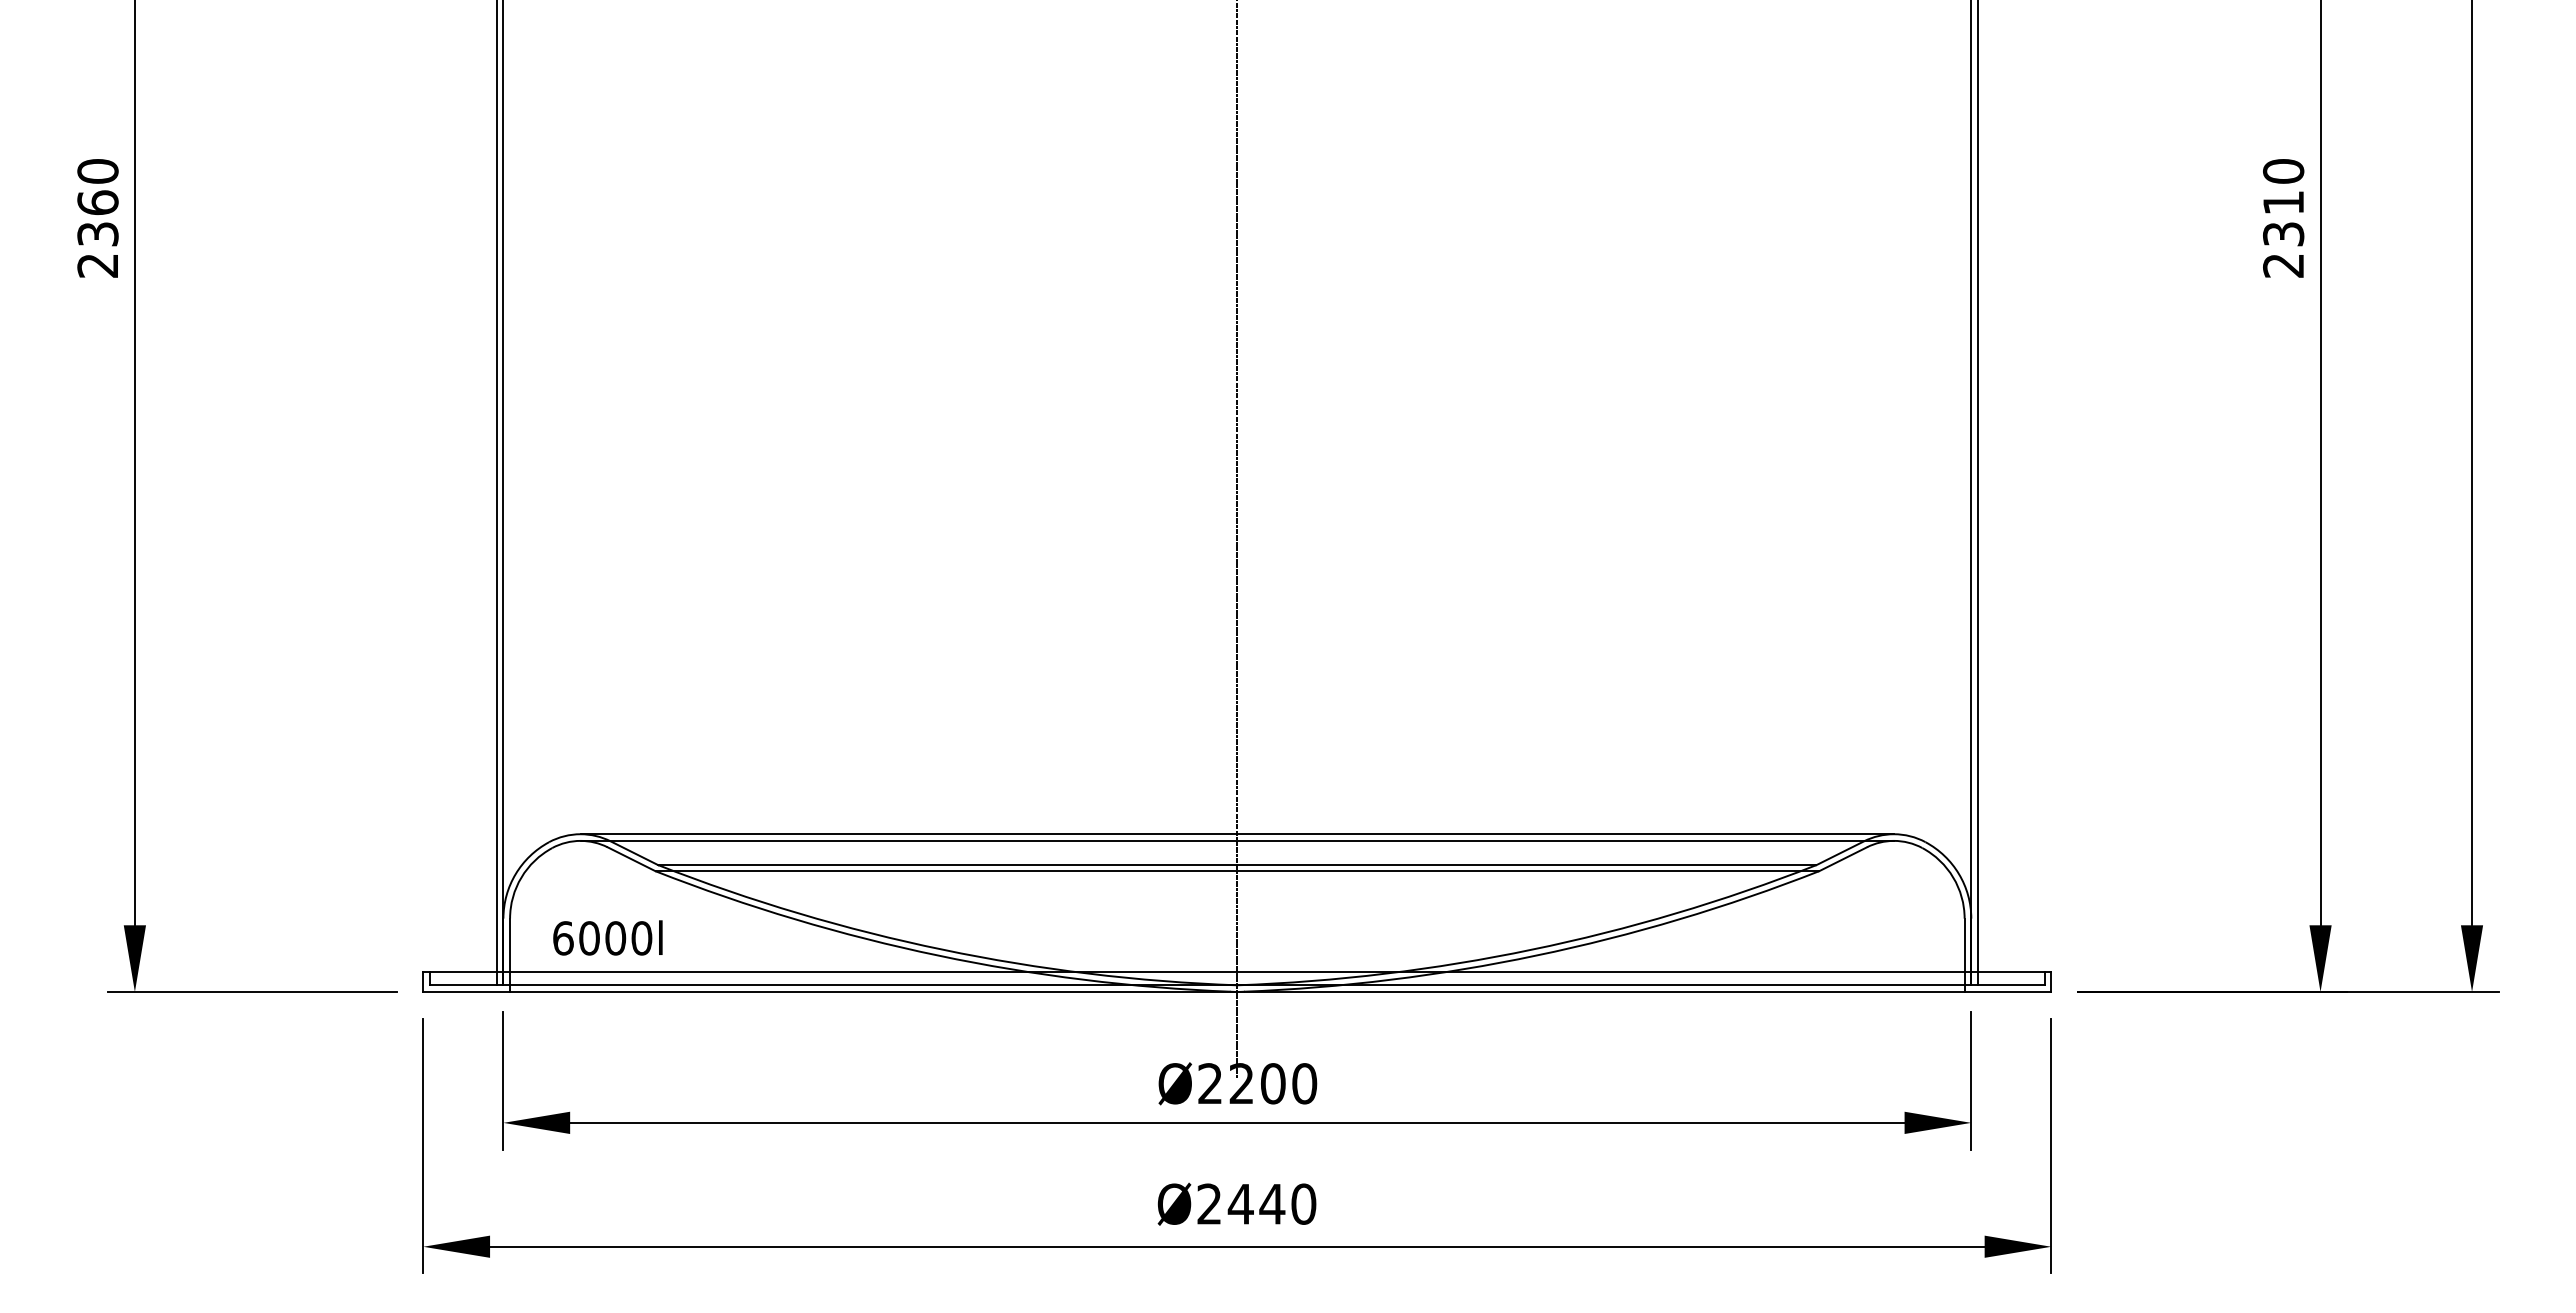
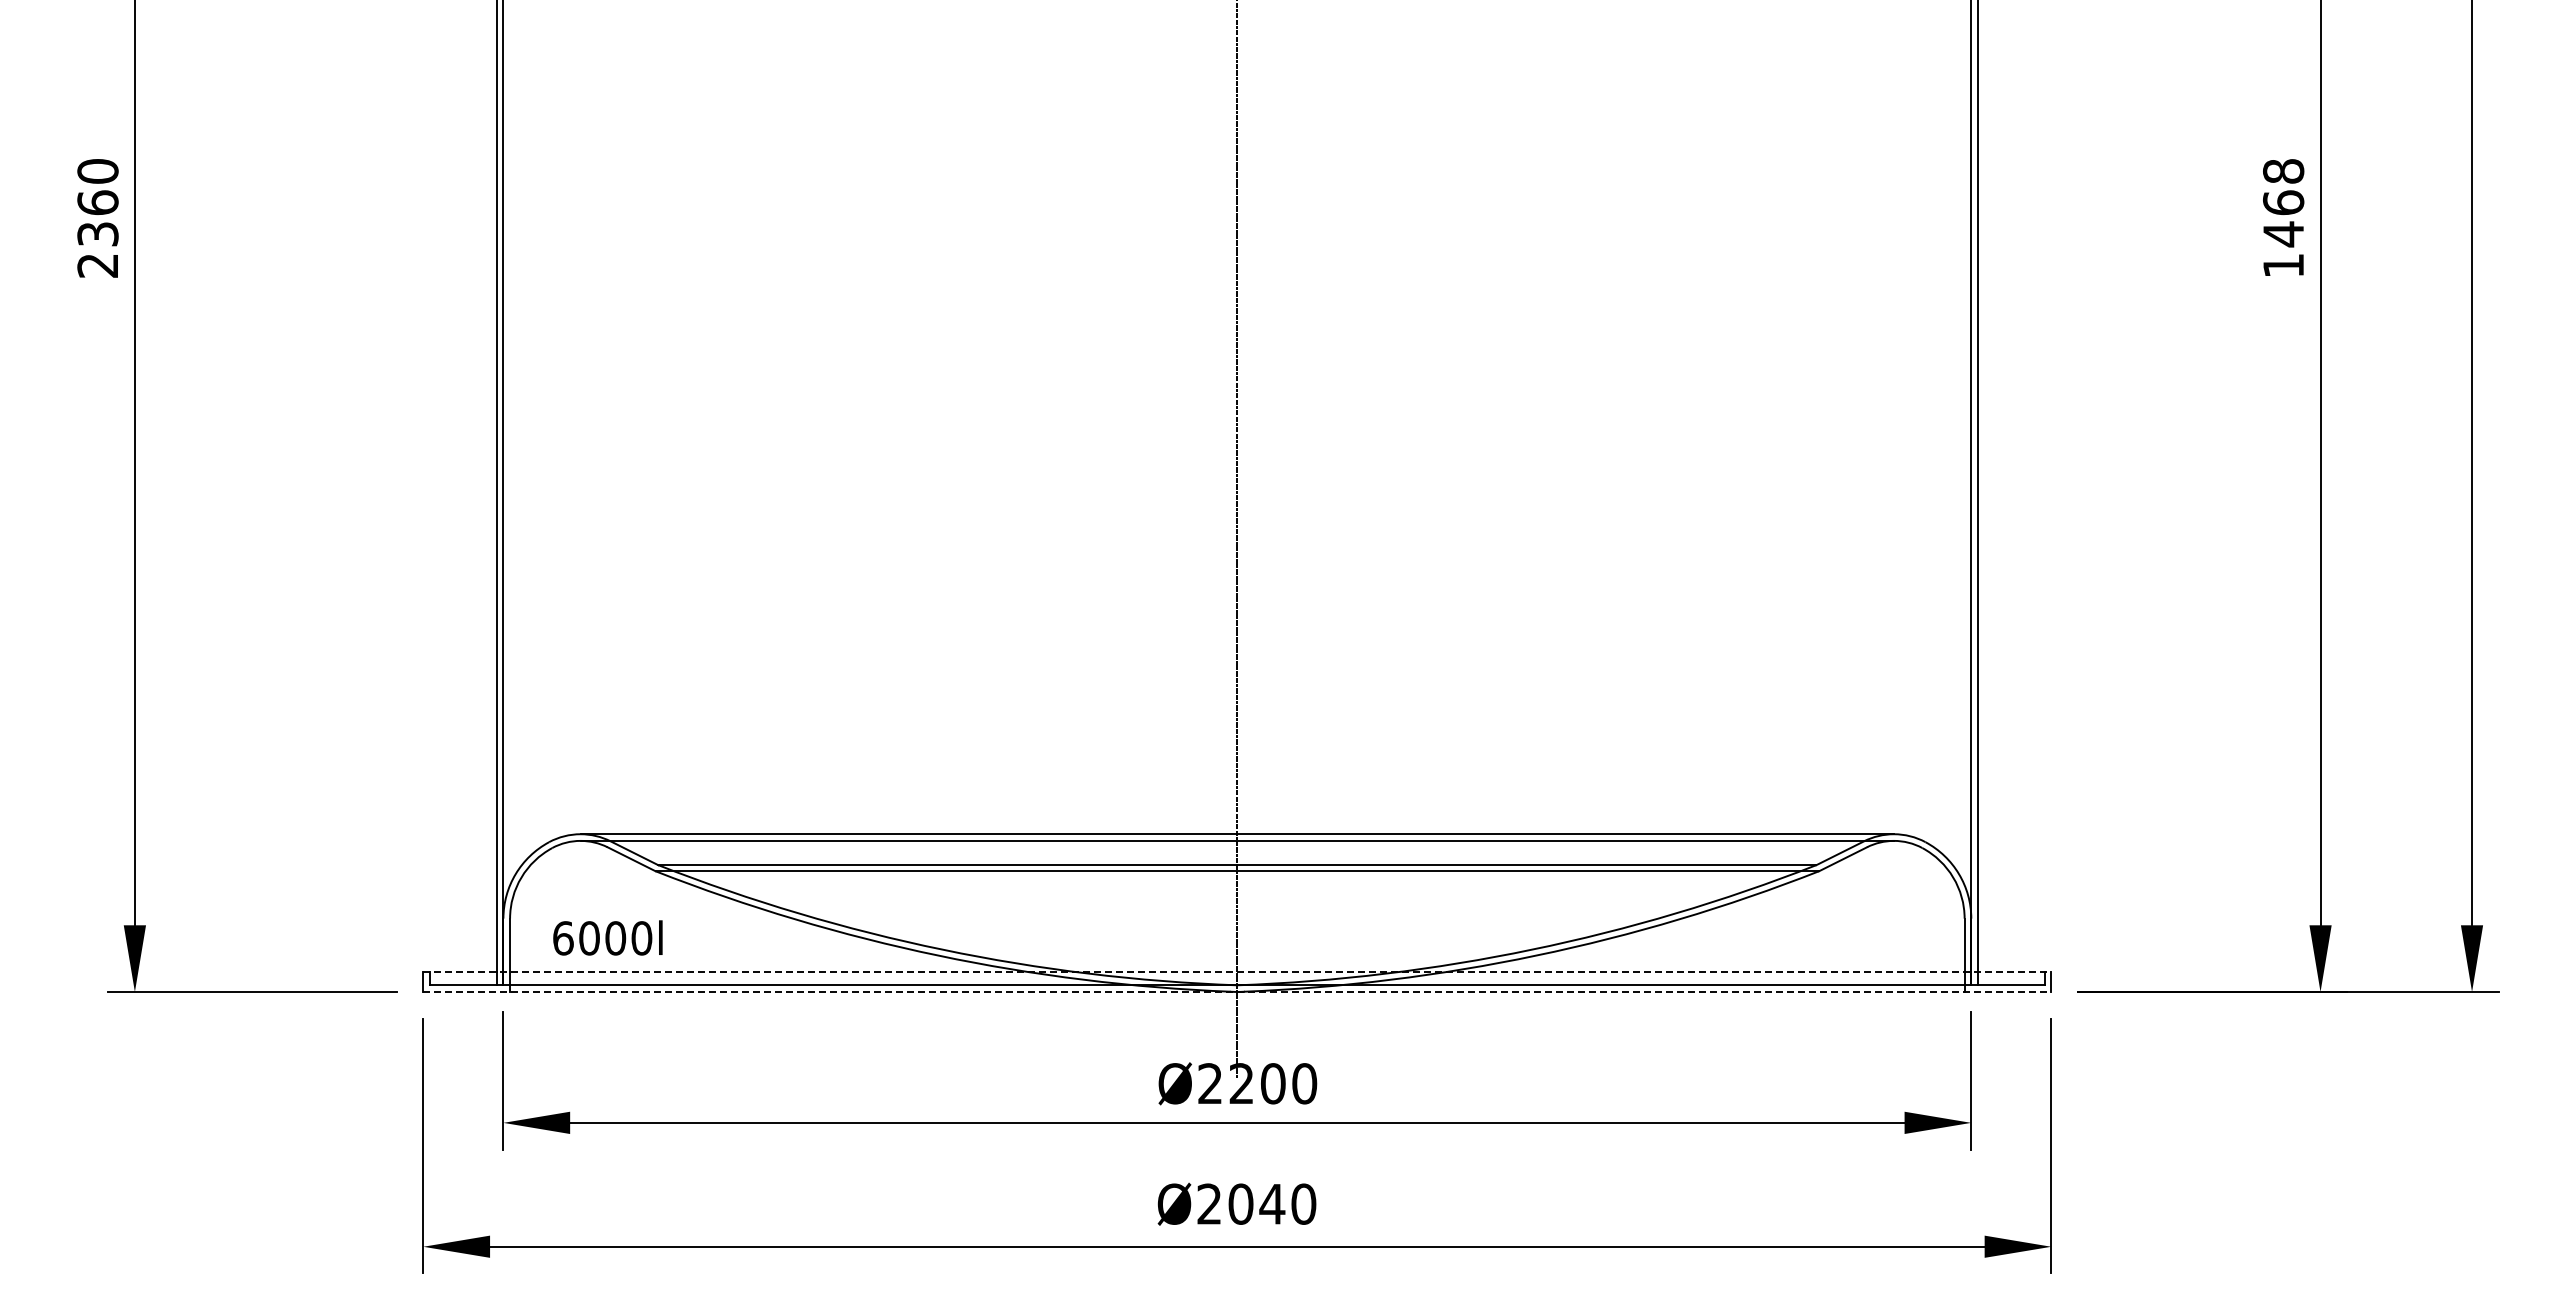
text at (2283, 218): 2310 -> 1468
line at (1237, 972): solid -> dashed
line at (1237, 992): solid -> dashed
text at (1240, 1203): Ø2440 -> Ø2040
